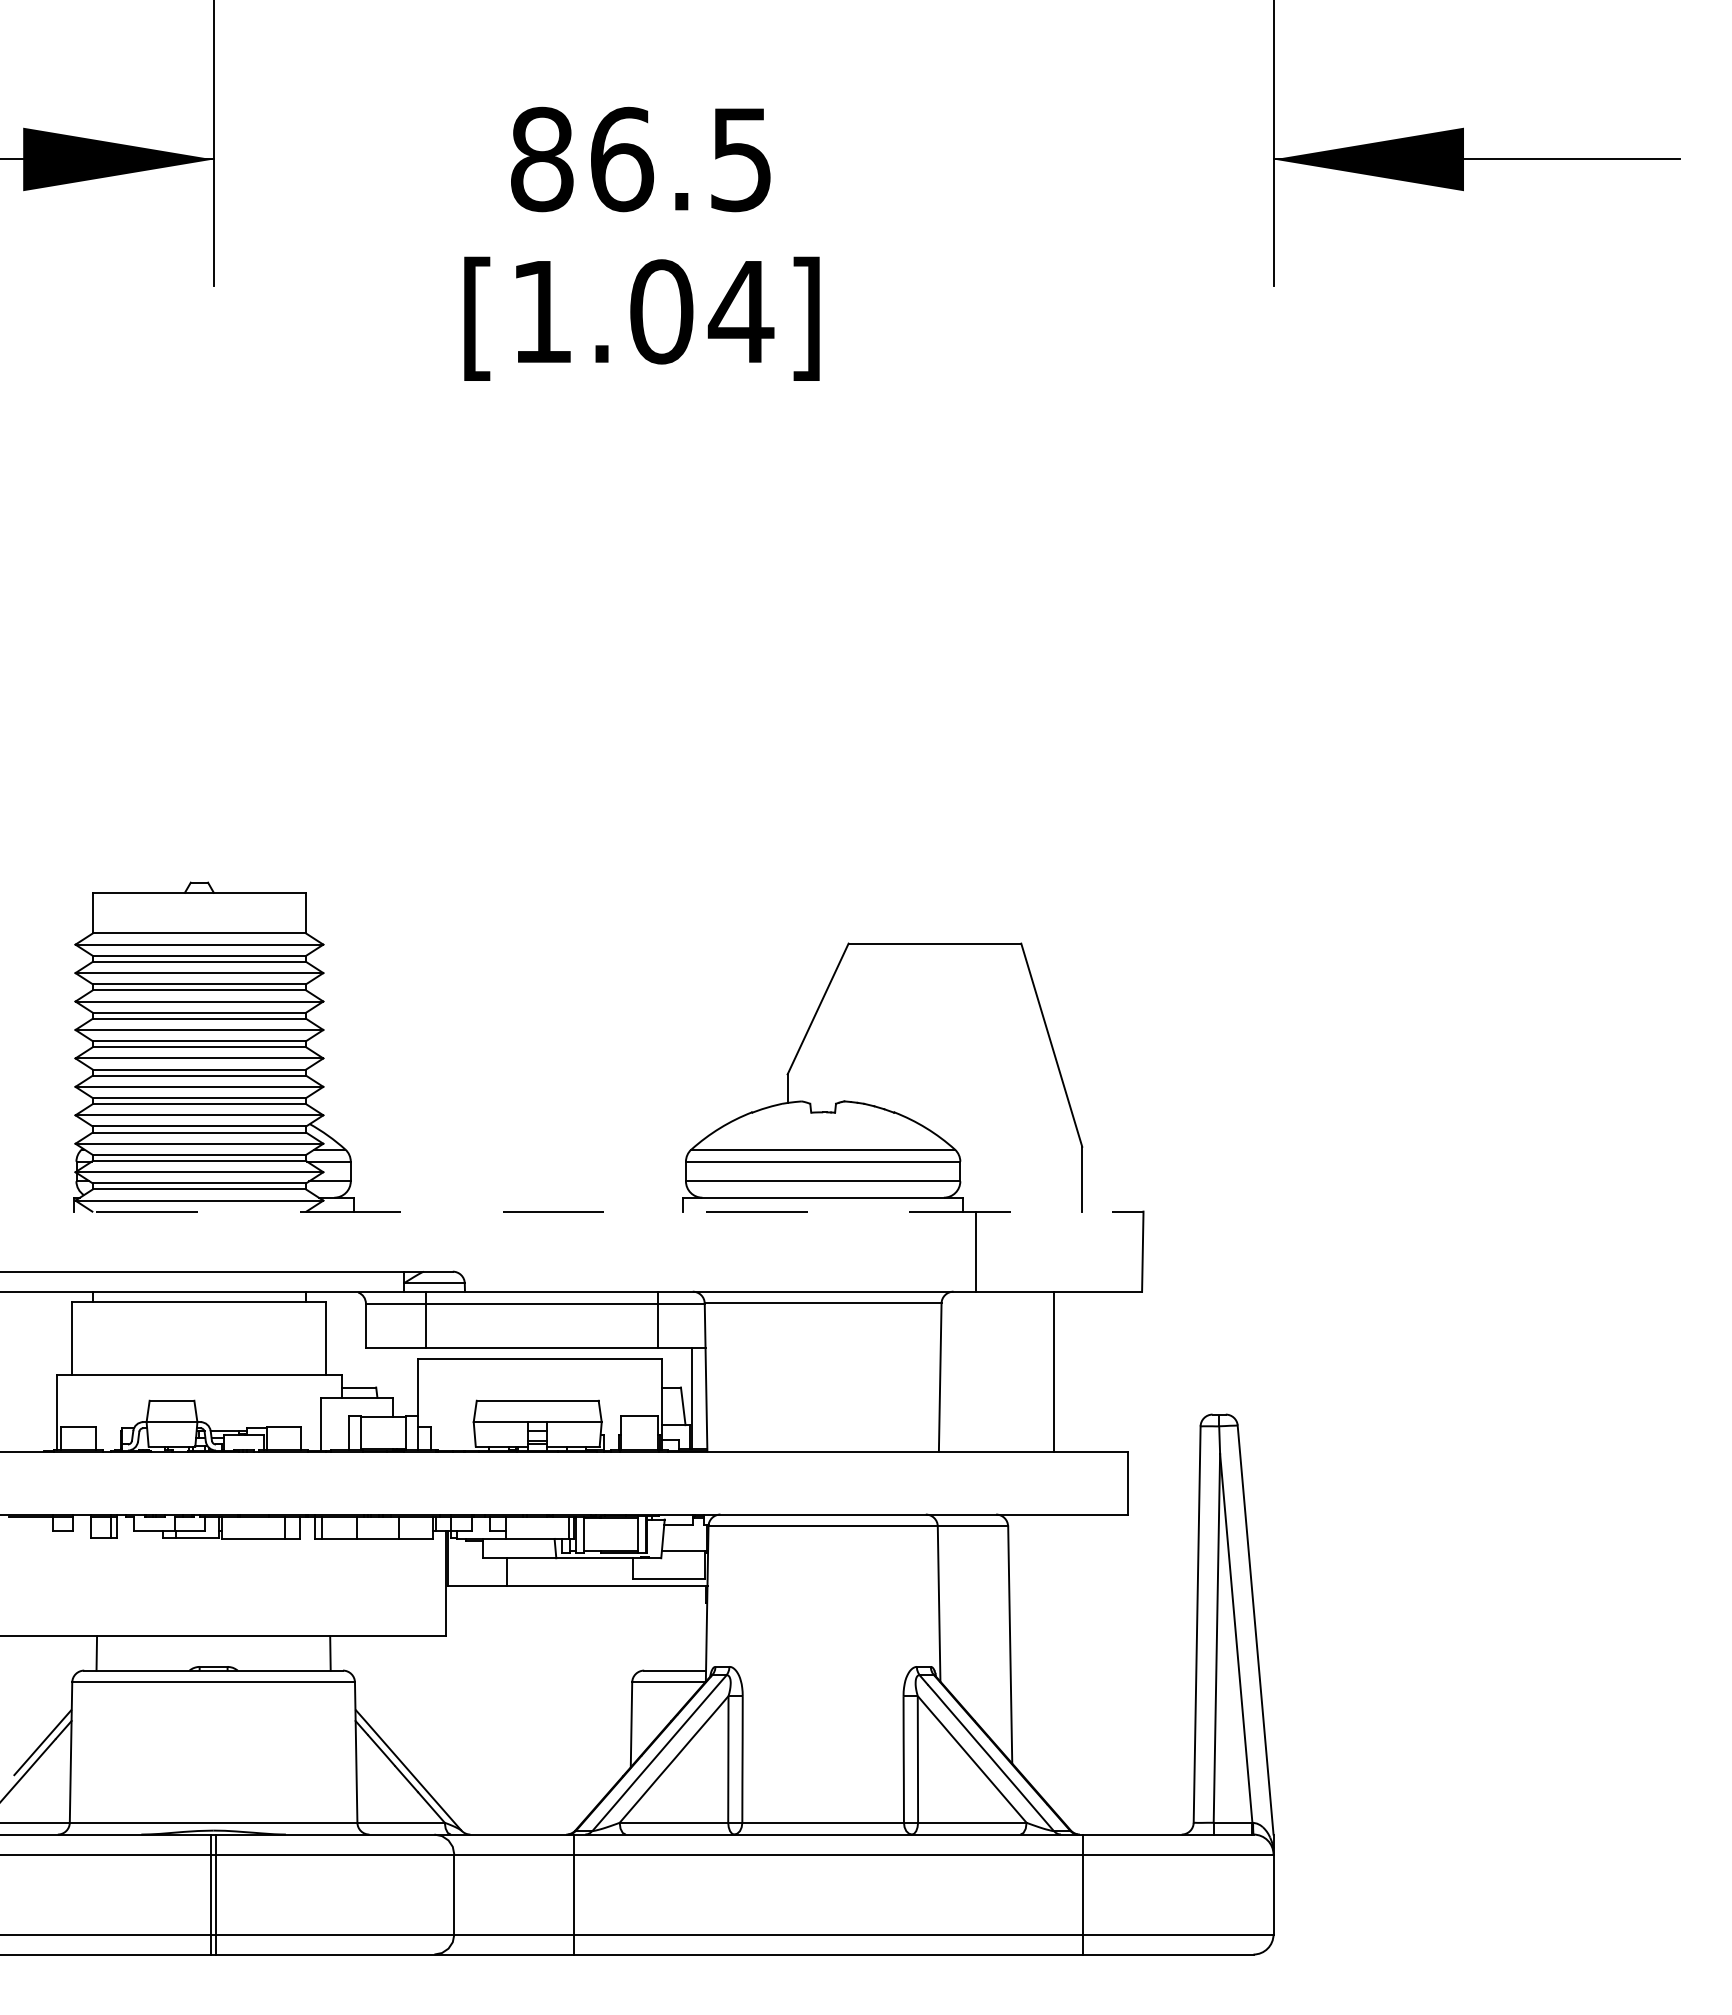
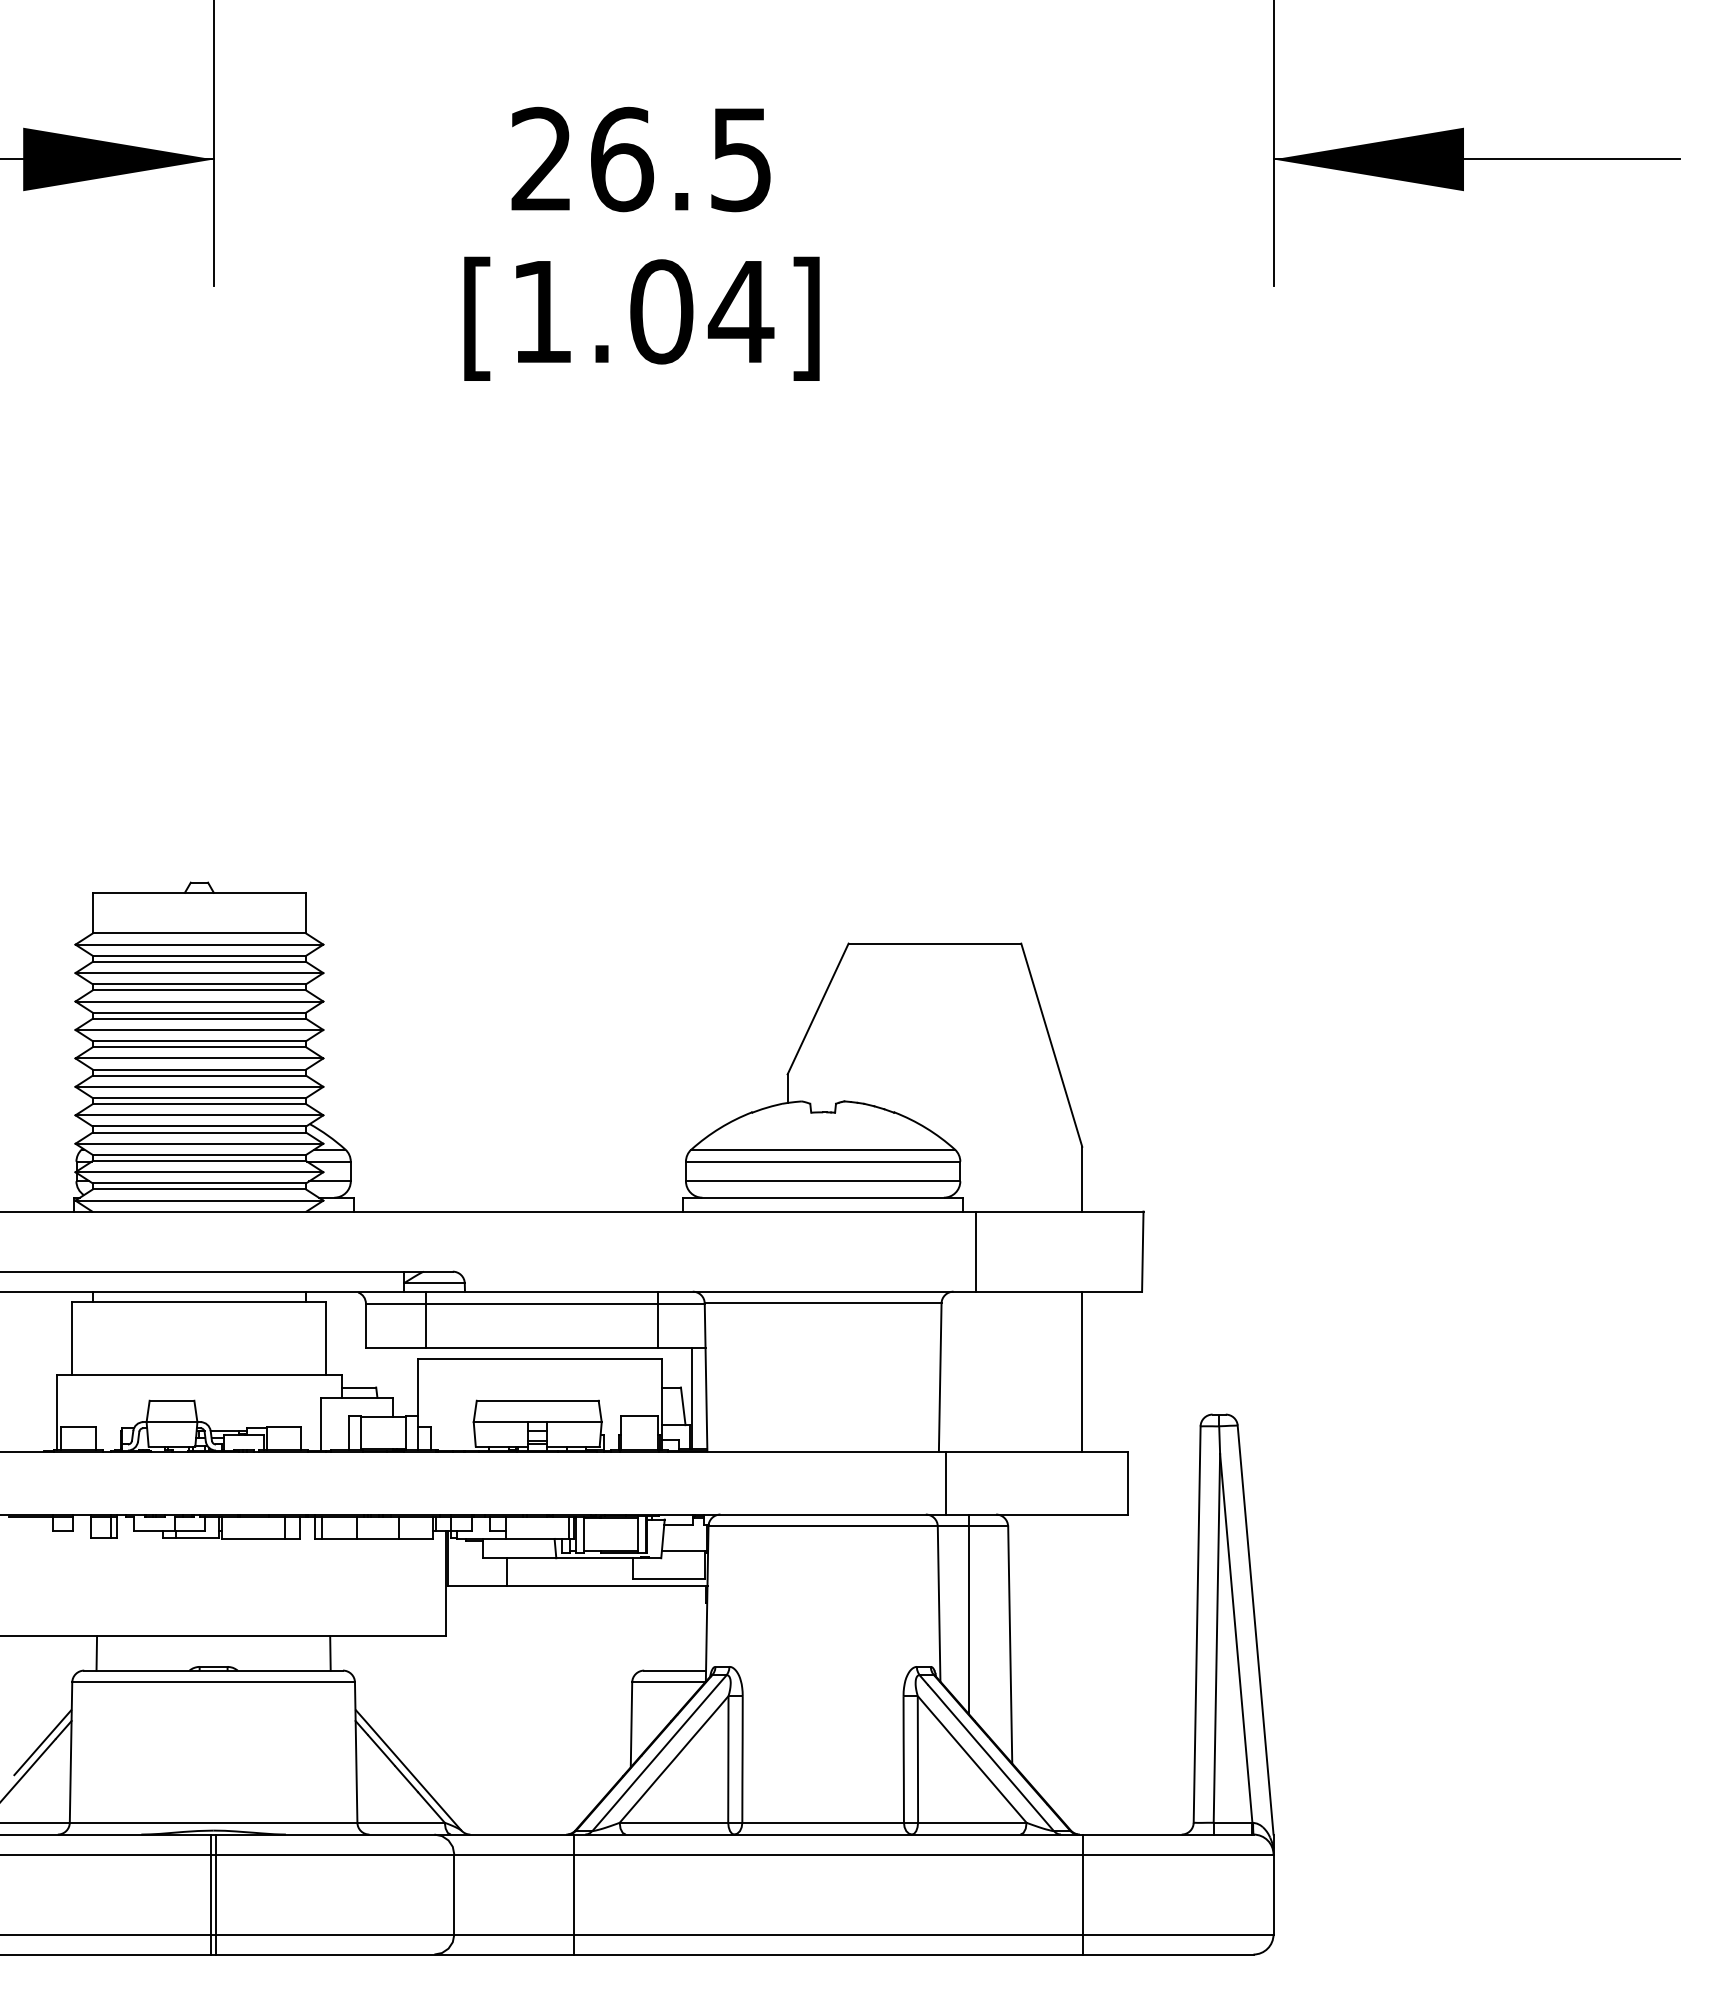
text at (542, 159): 86.5 -> 26.5
line at (572, 1211): dashed -> solid
line at (1054, 1371) position: (1054, 1371) -> (1082, 1371)
line at (945, 1482): none -> present
line at (968, 1613): none -> present
